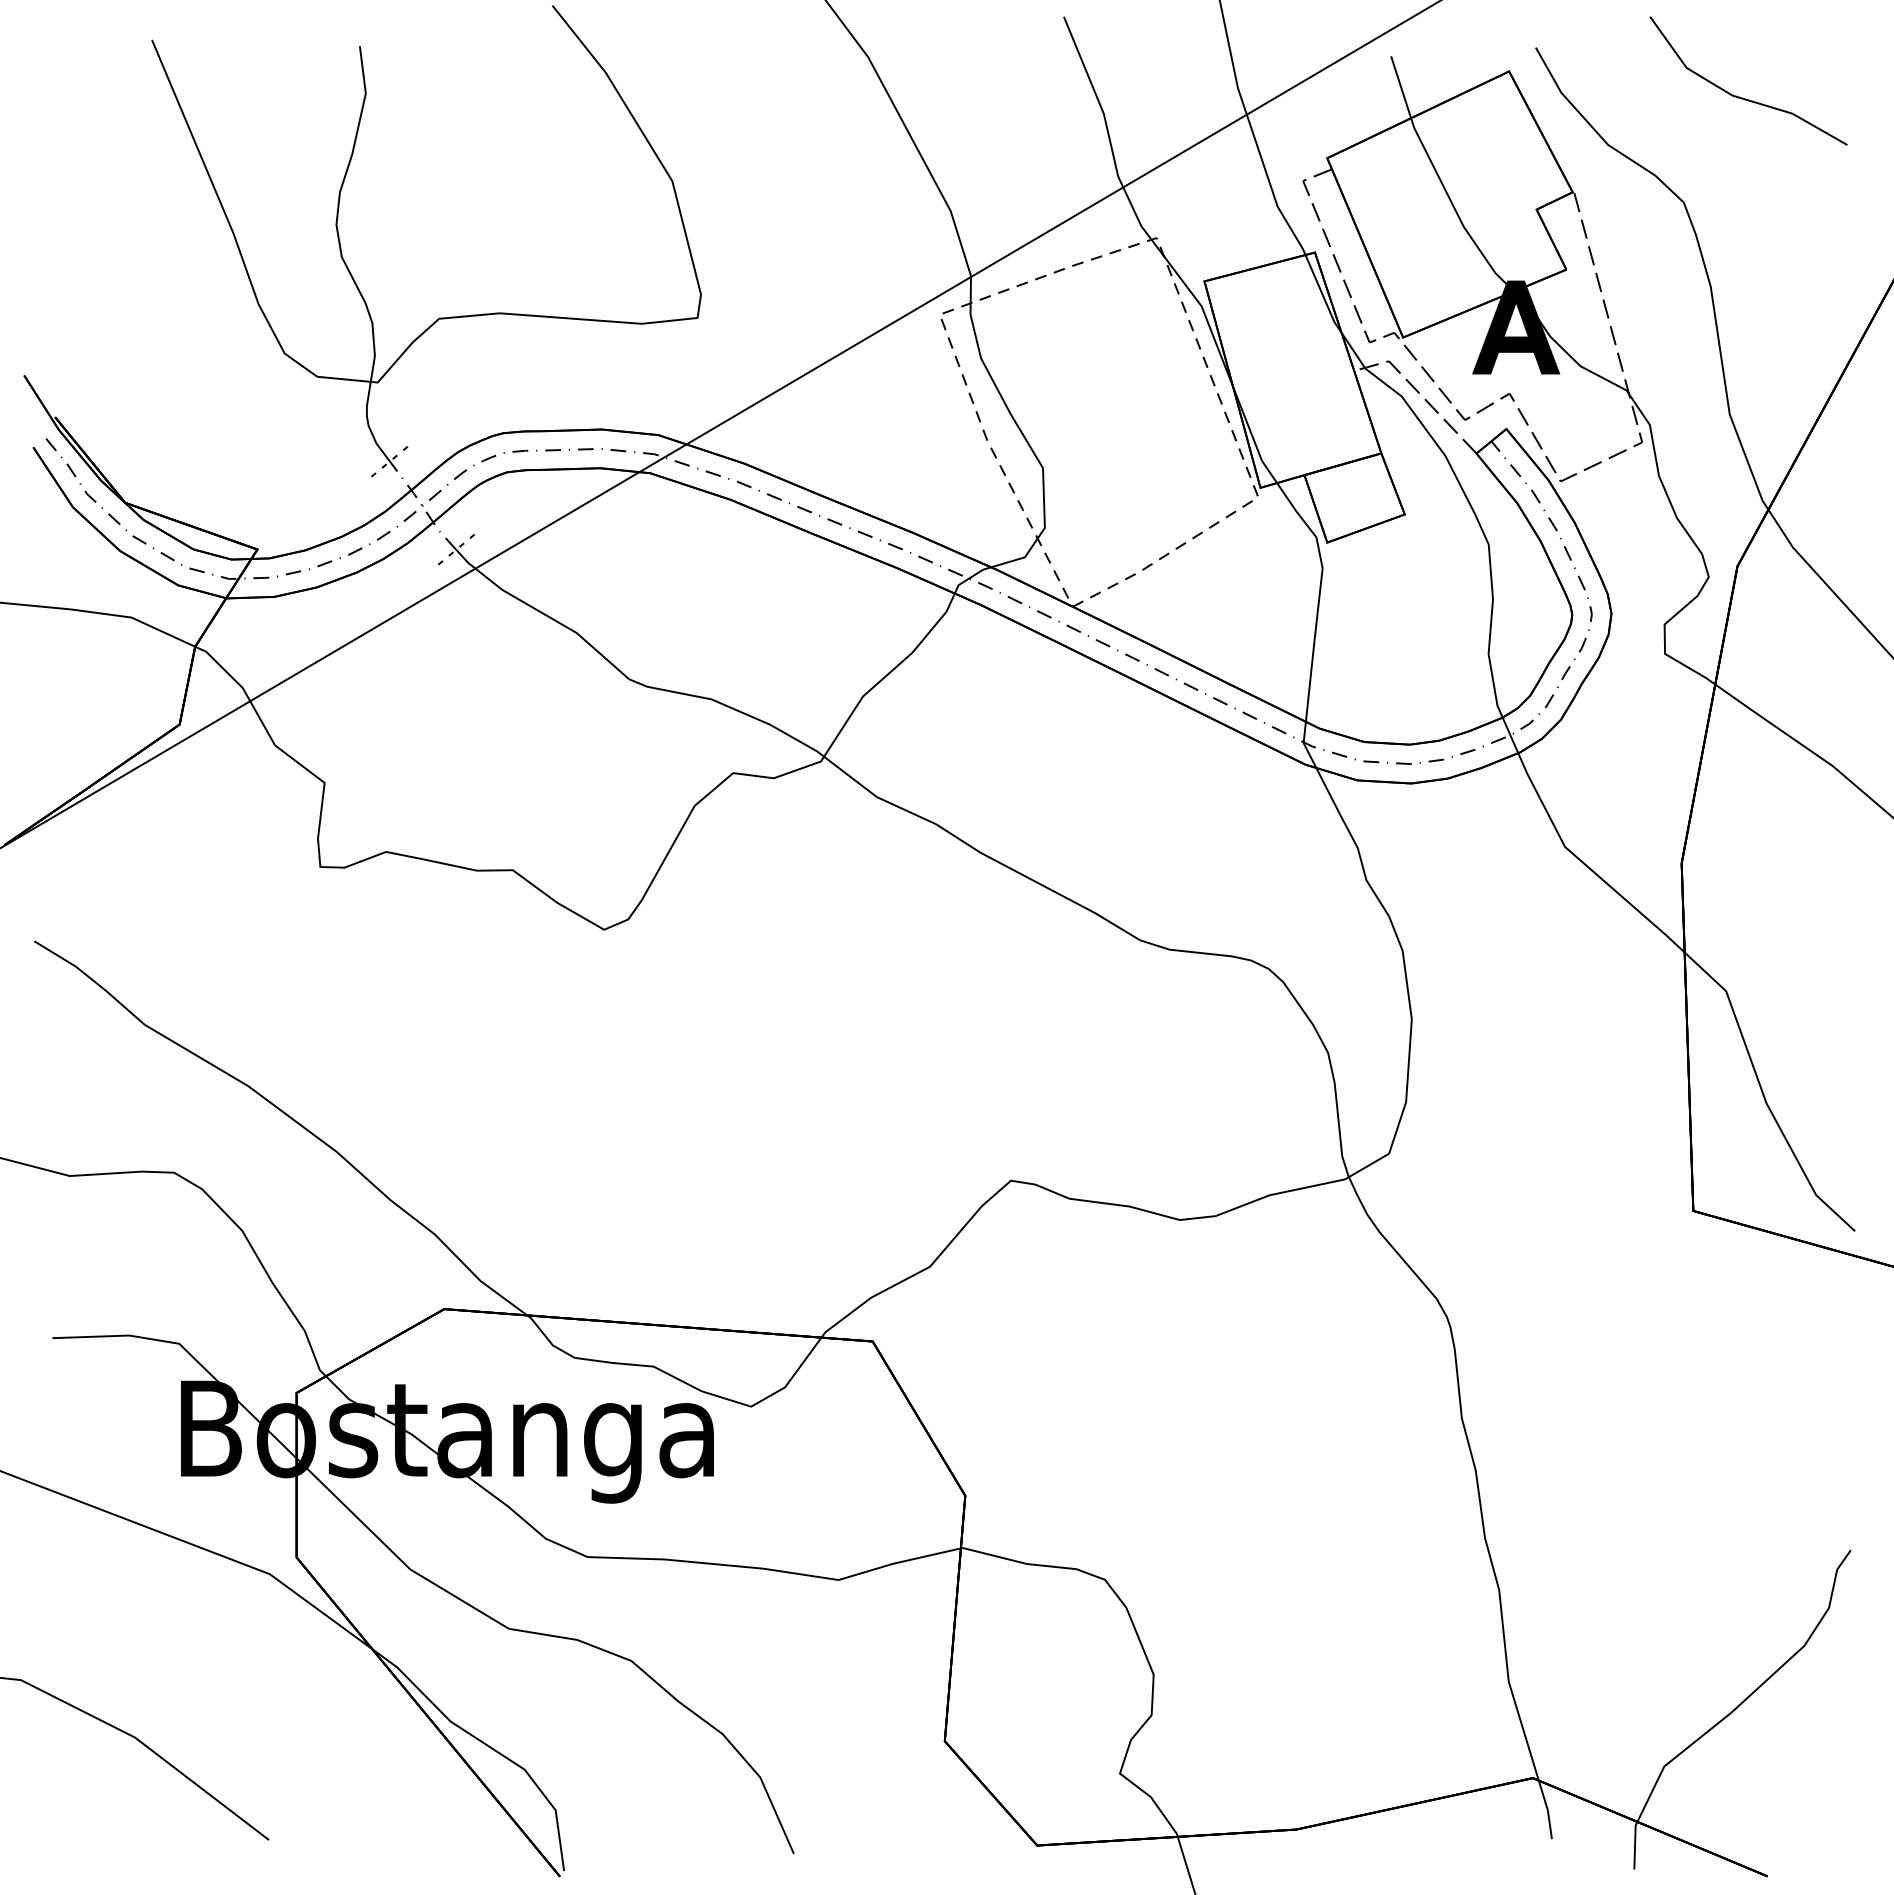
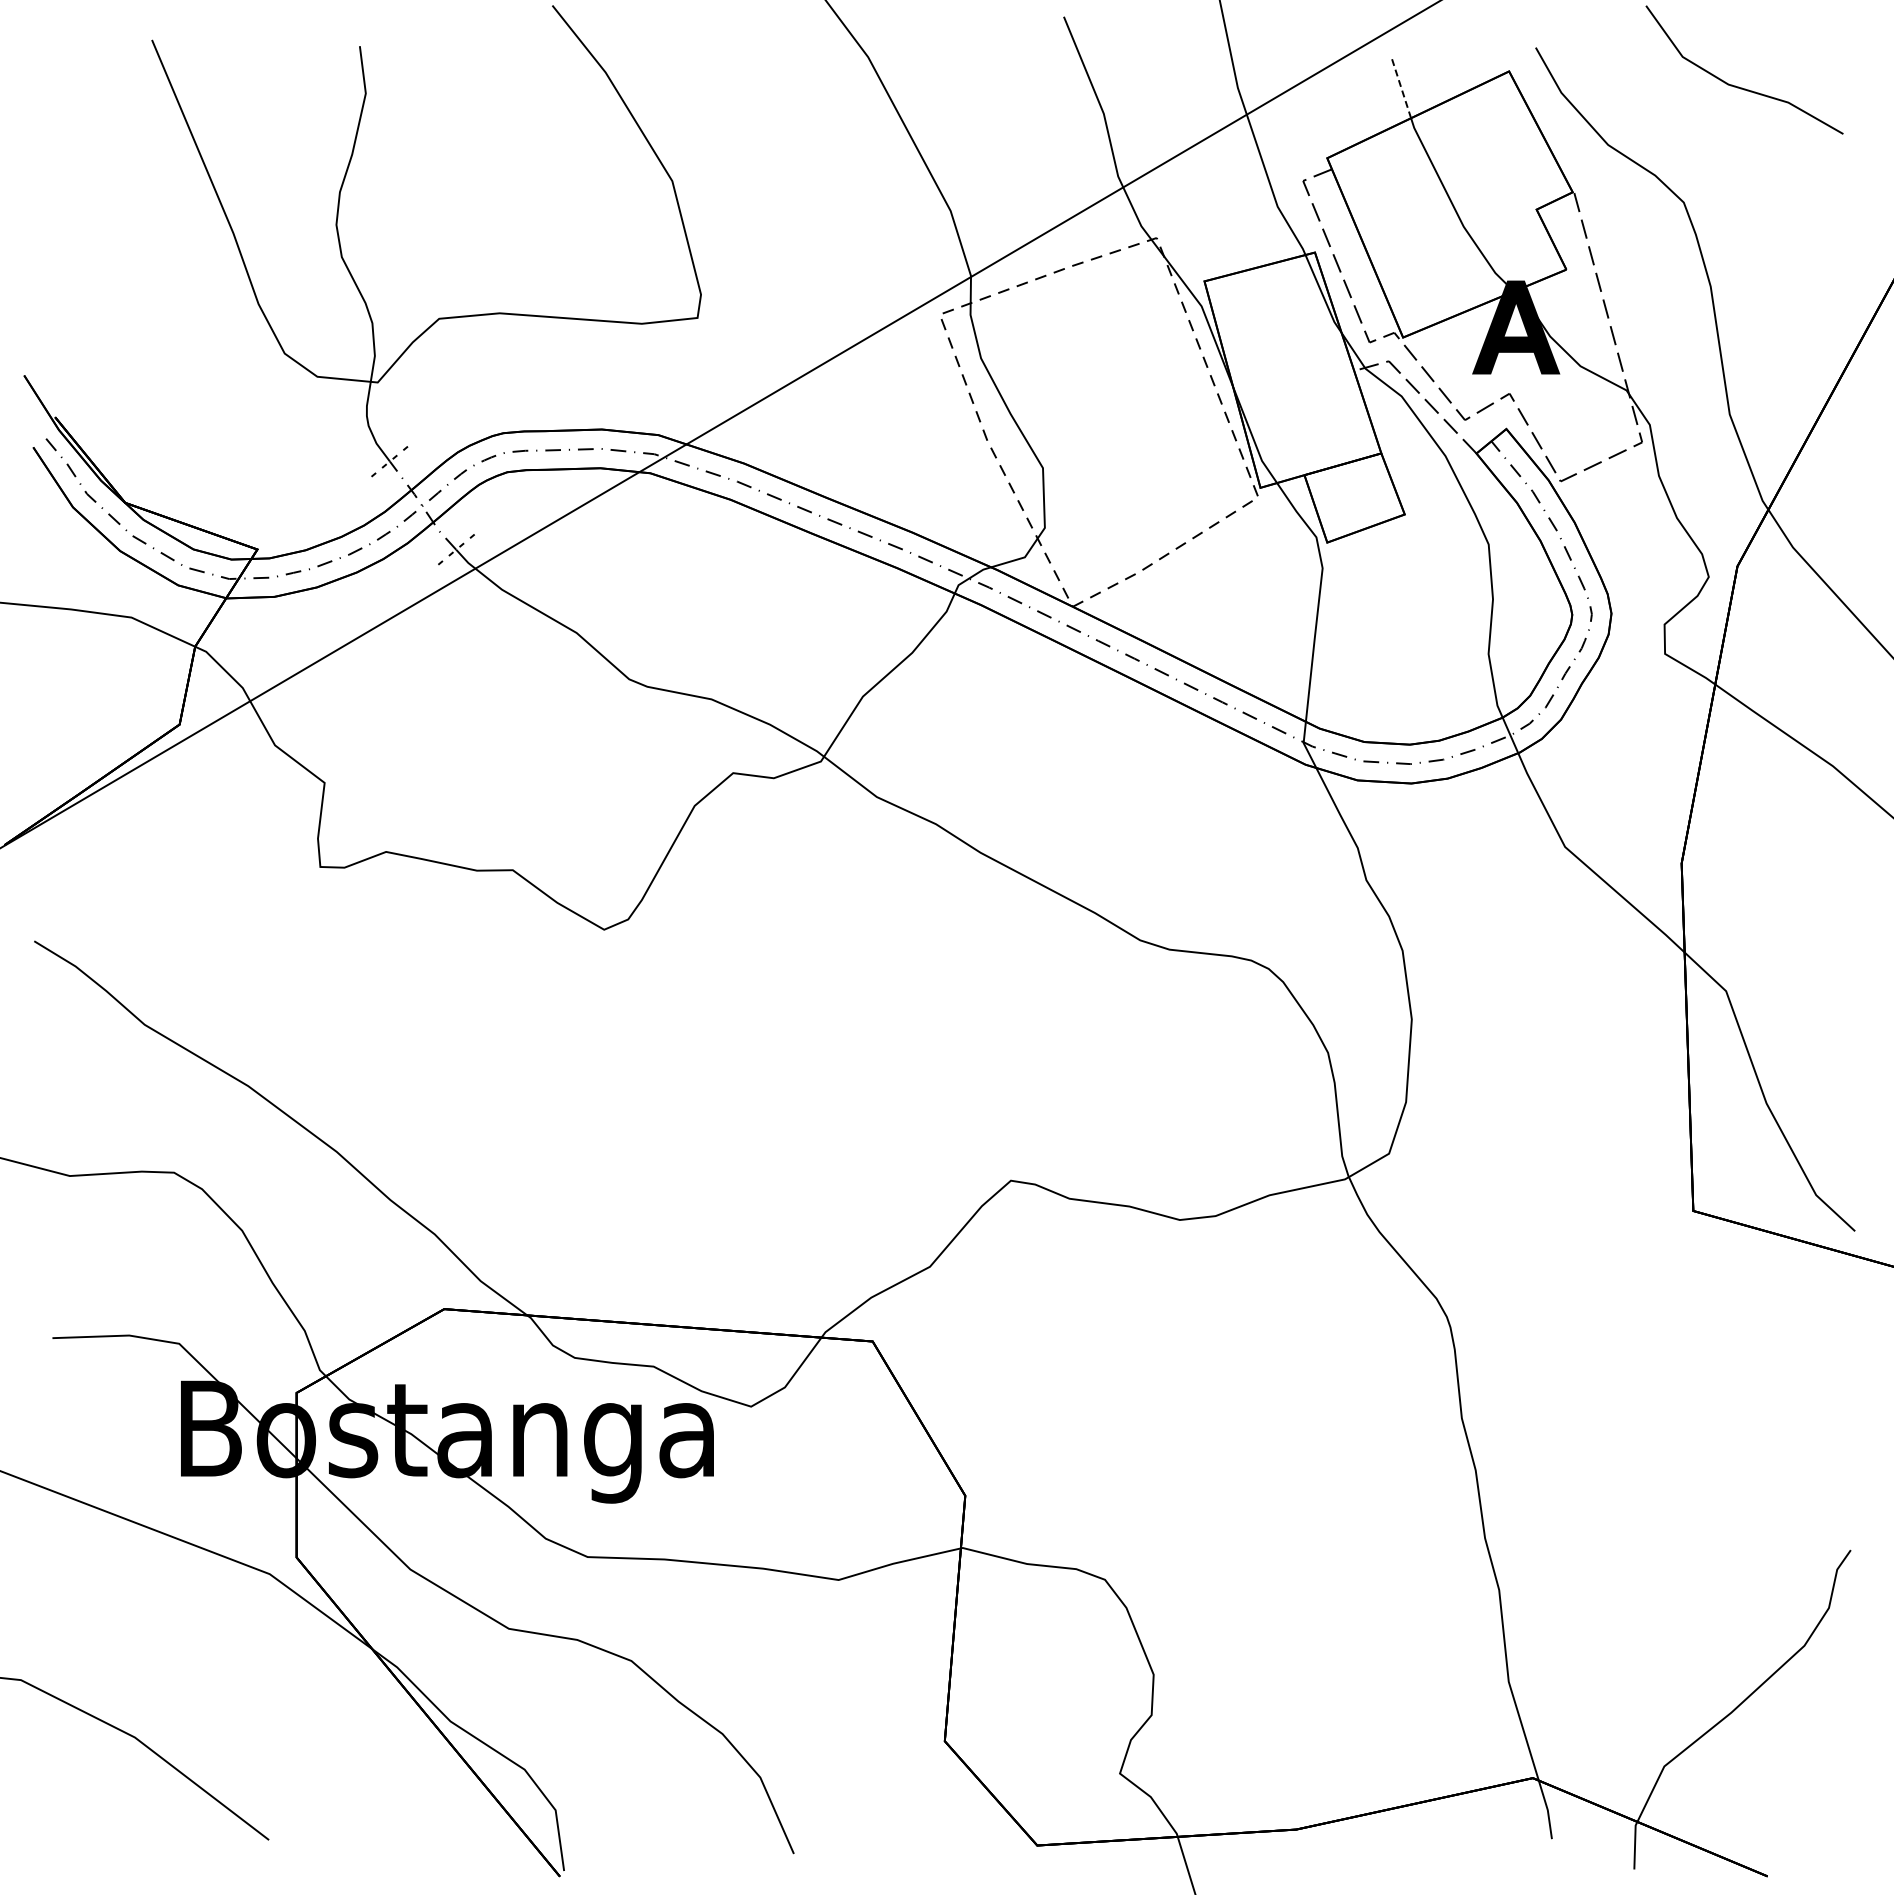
line at (1401, 87): solid -> dashed
line at (1742, 97) position: (1742, 97) -> (1738, 86)
